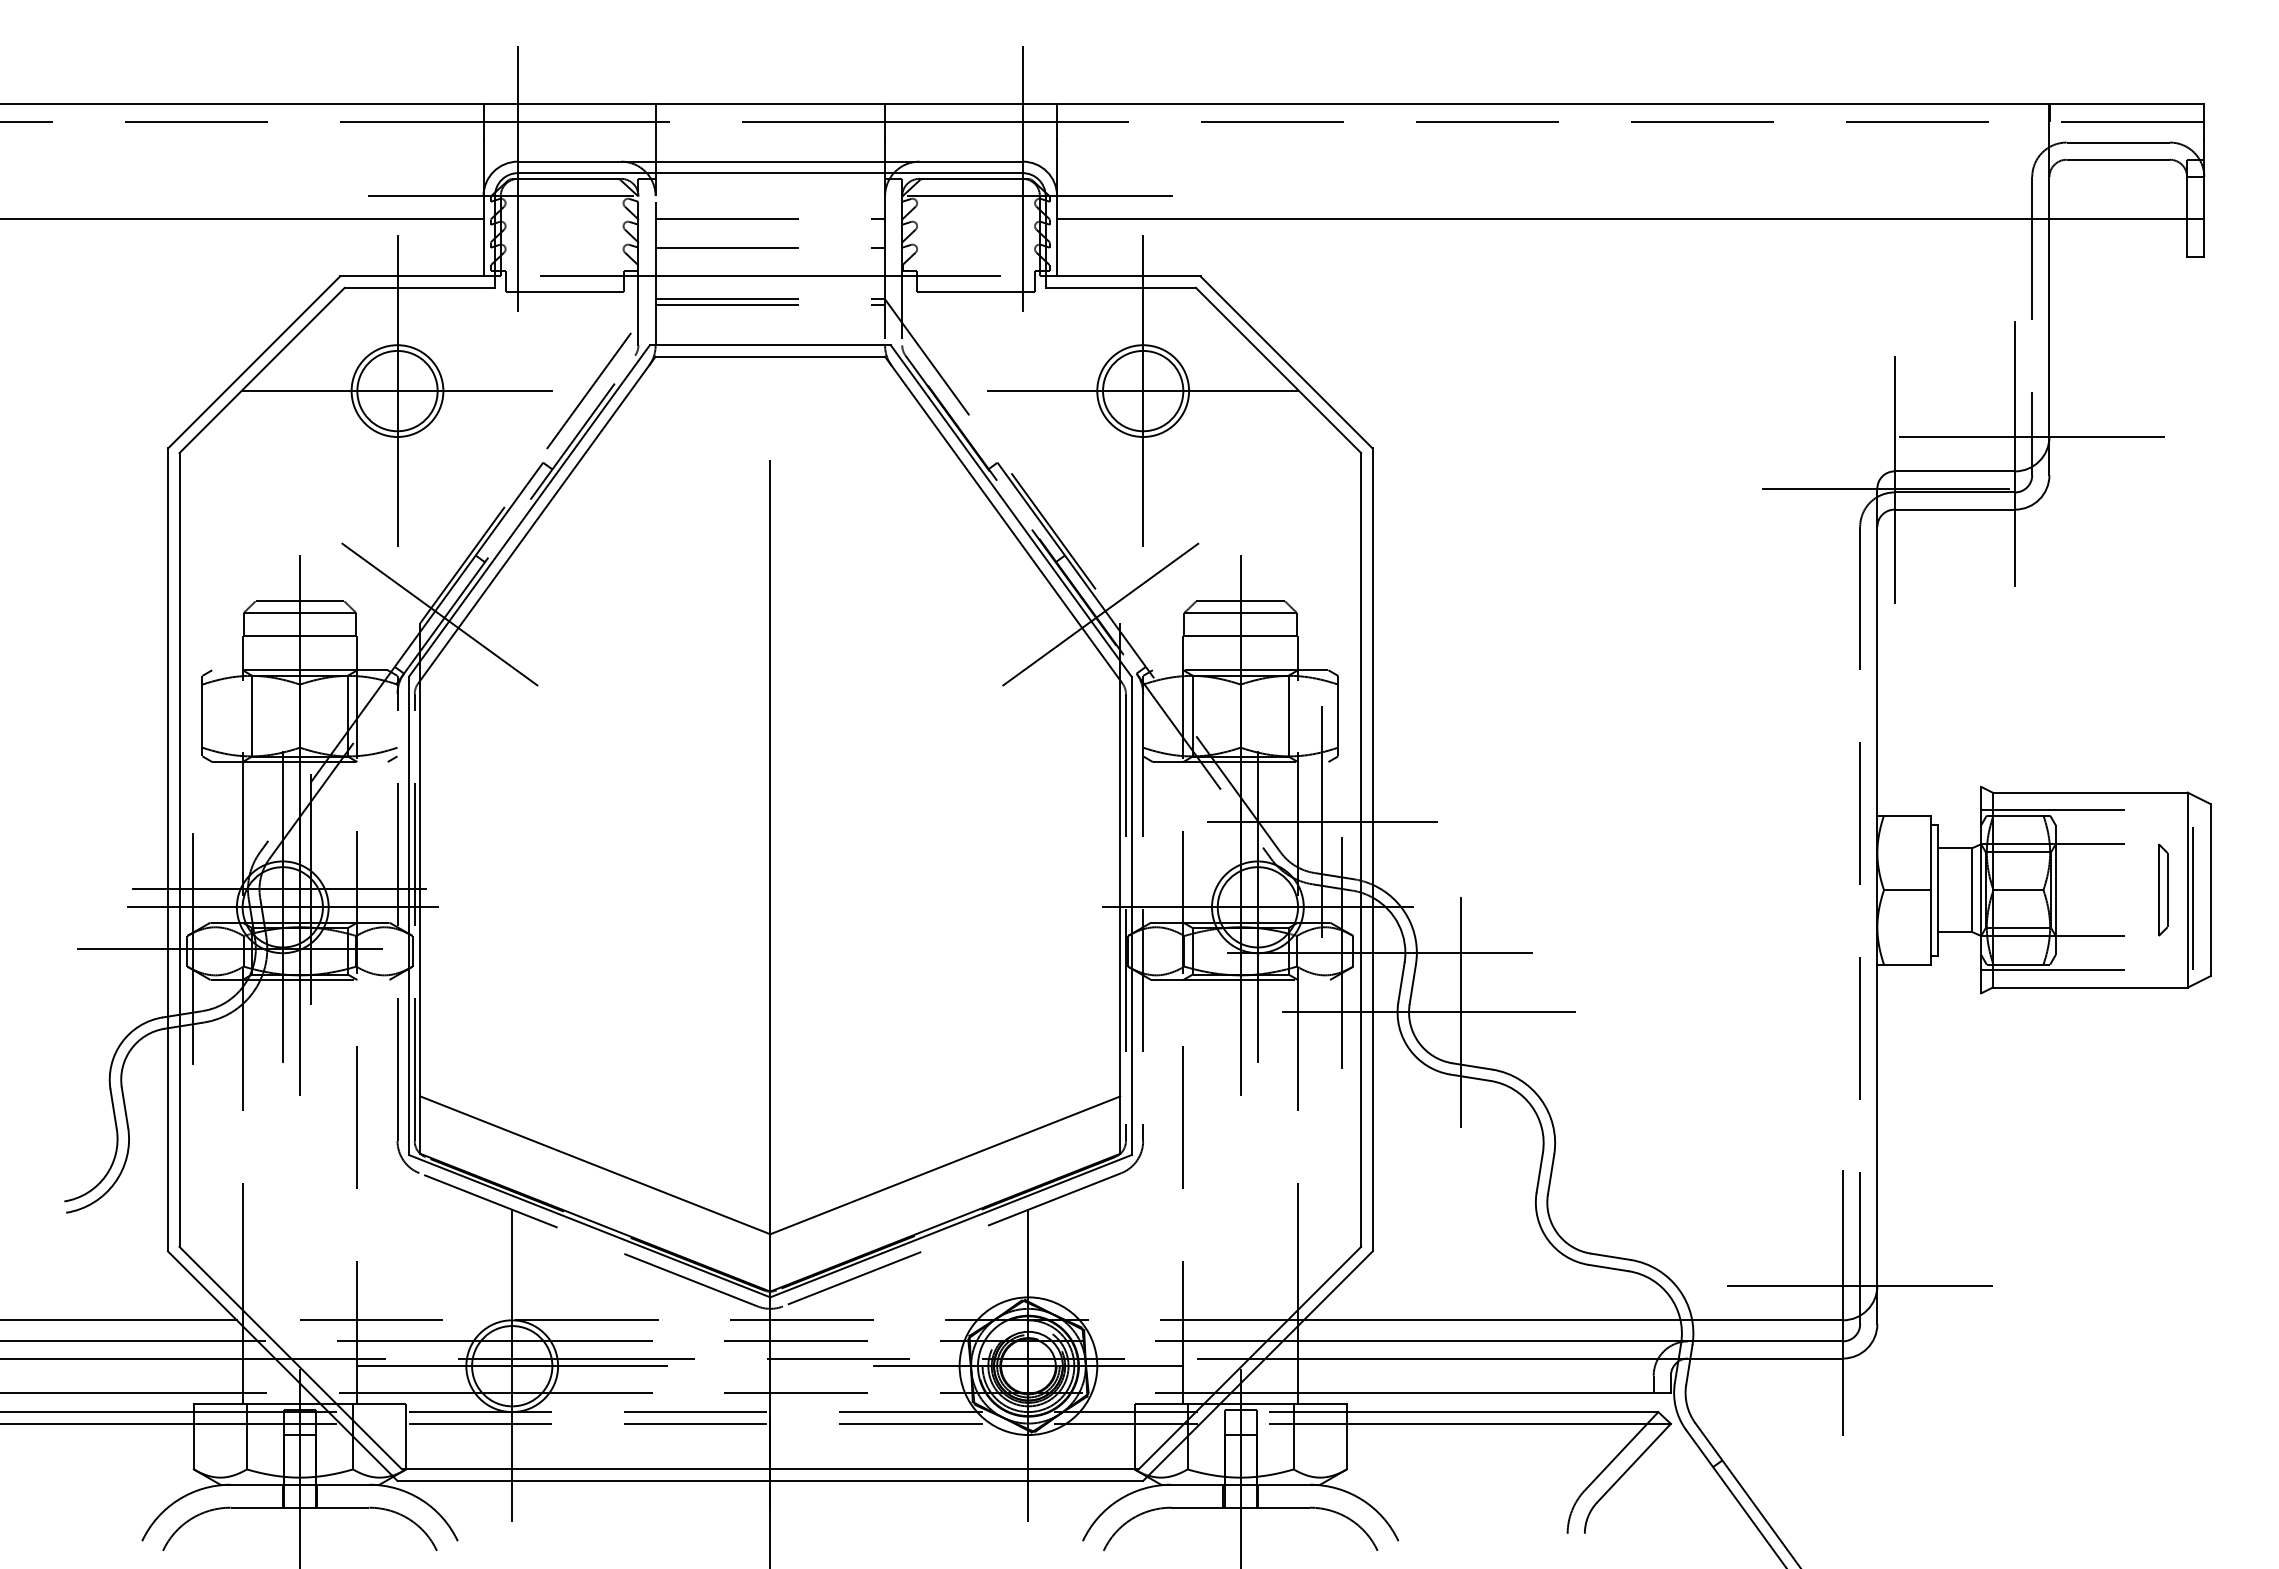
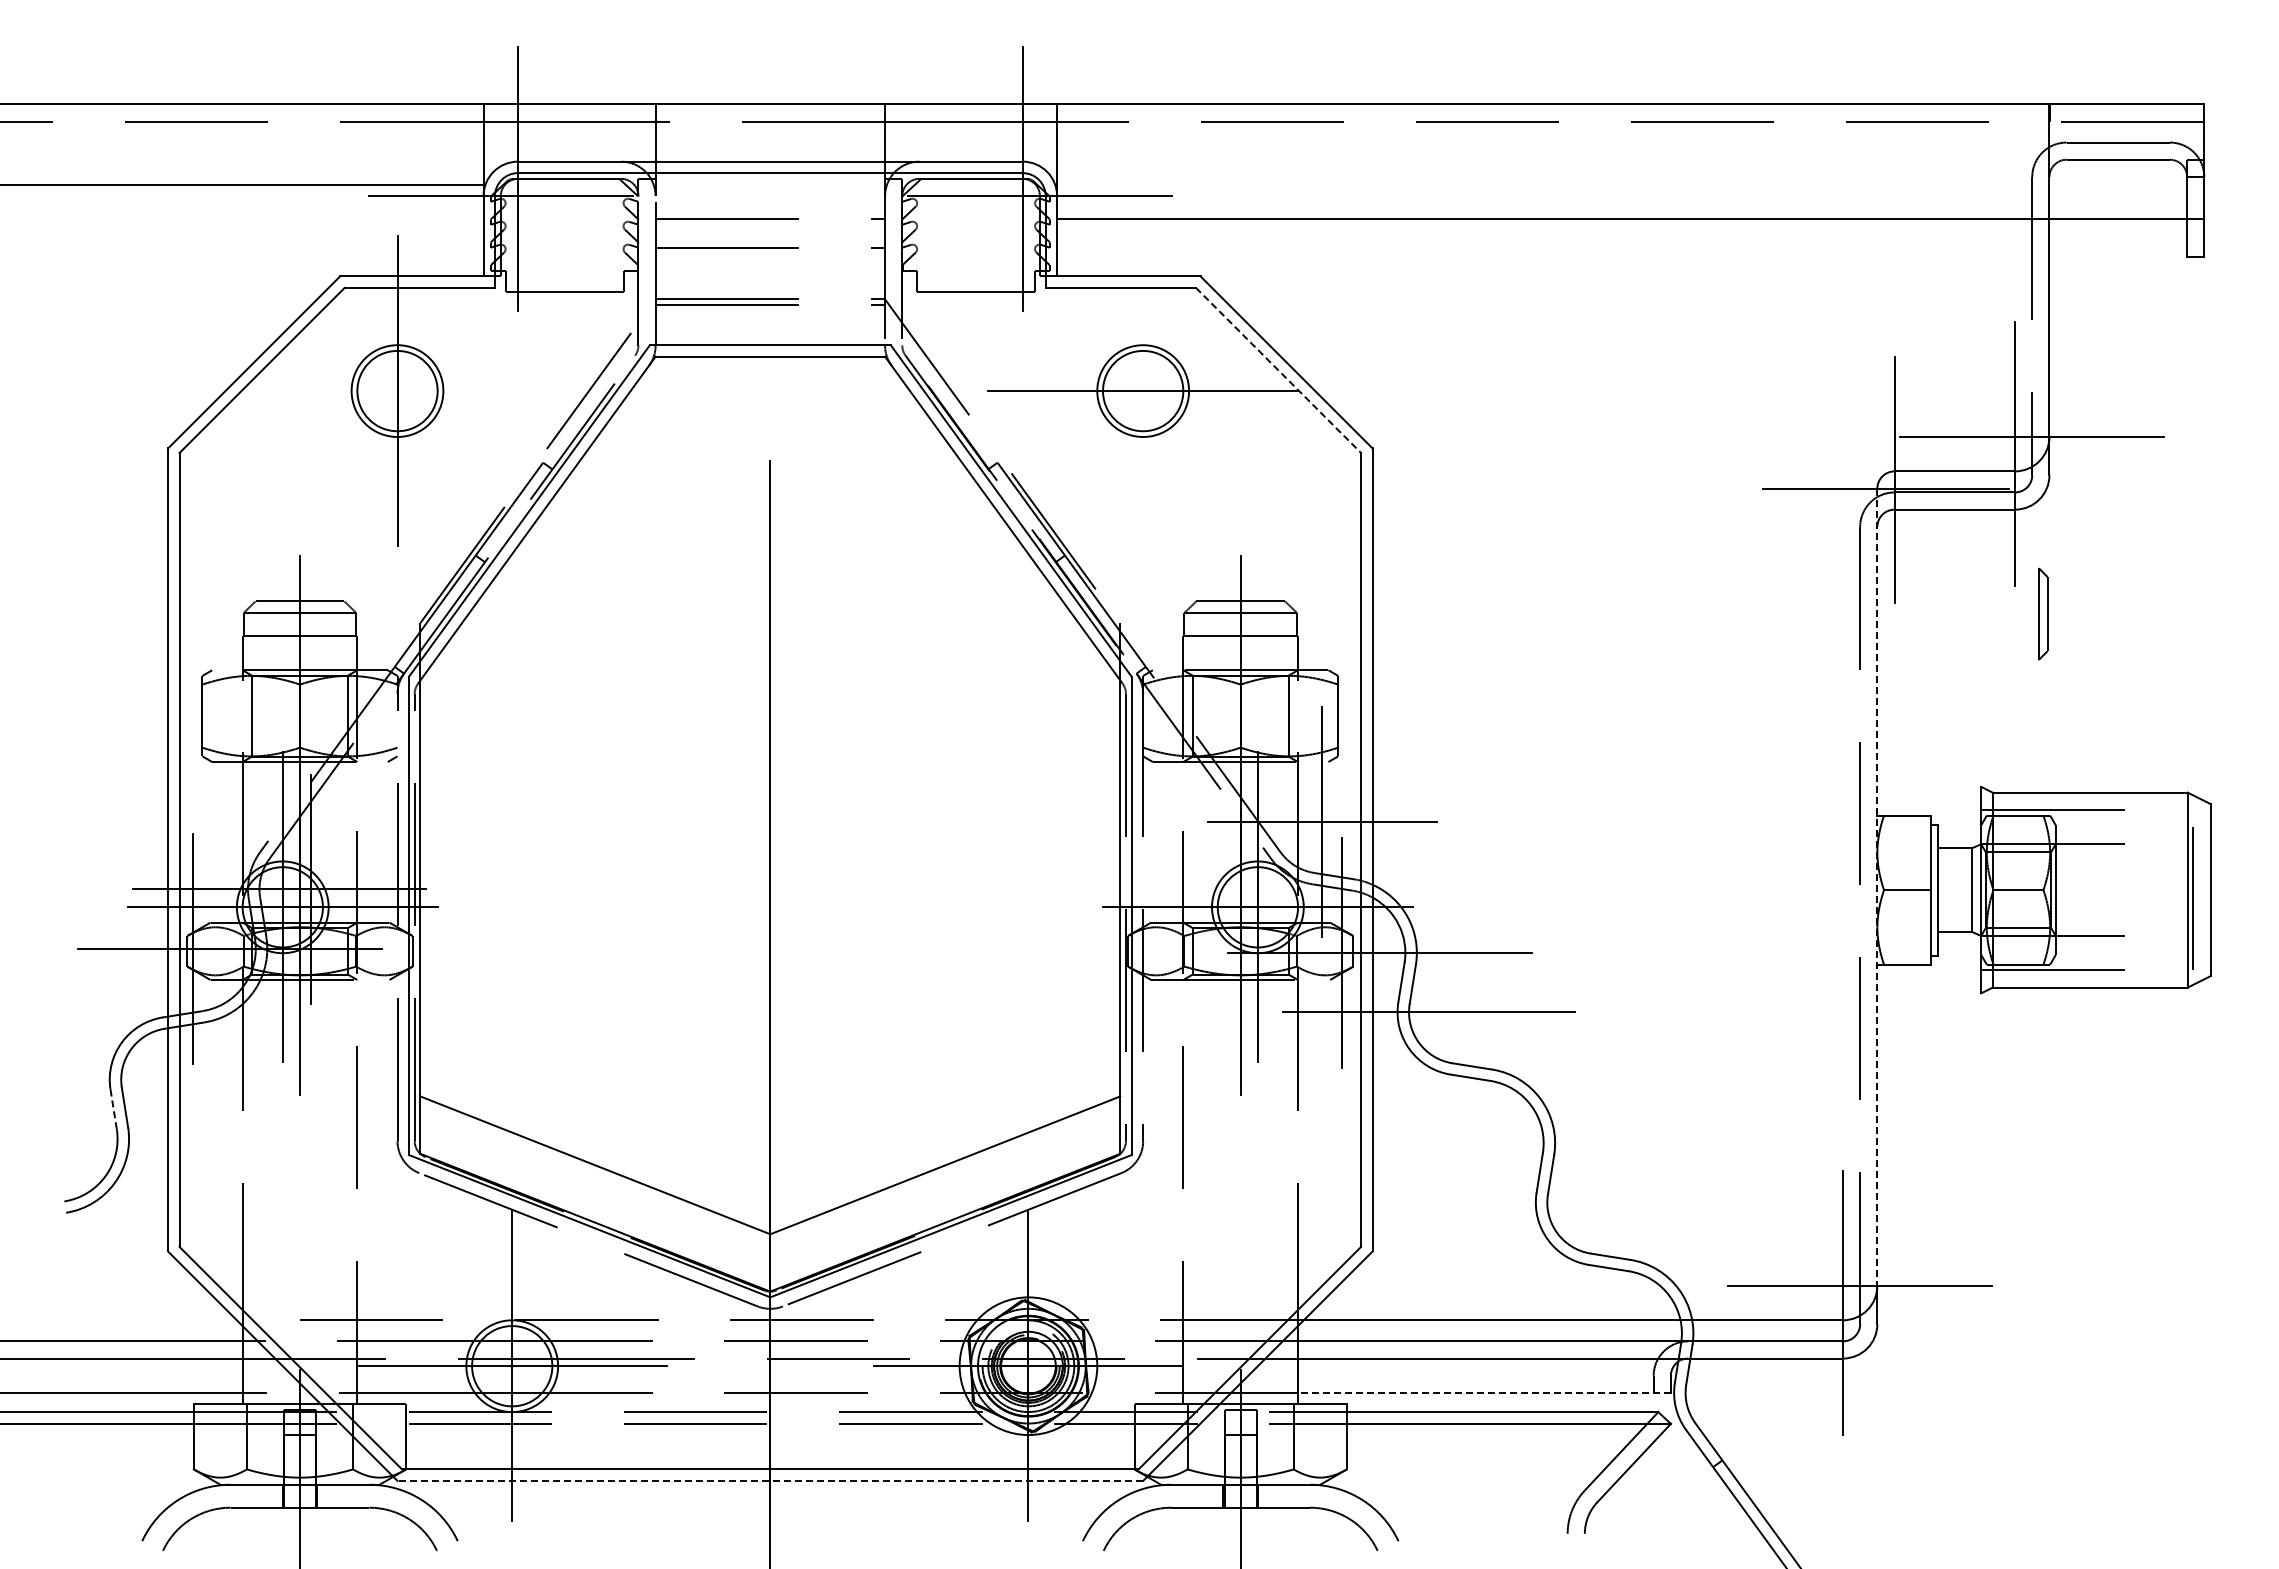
line at (242, 219) position: (242, 219) -> (242, 185)
line at (769, 276): present -> none
line at (1278, 370): solid -> dashed
line at (1143, 390): present -> none
line at (397, 391): present -> none
line at (439, 614): present -> none
line at (1100, 614): present -> none
line at (1877, 887): solid -> dashed
part at (2163, 889) position: (2163, 889) -> (2043, 613)
line at (1460, 1012): present -> none
line at (113, 1109): solid -> dashed
line at (119, 1320): present -> none
line at (1483, 1392): solid -> dashed
line at (770, 1480): solid -> dashed
